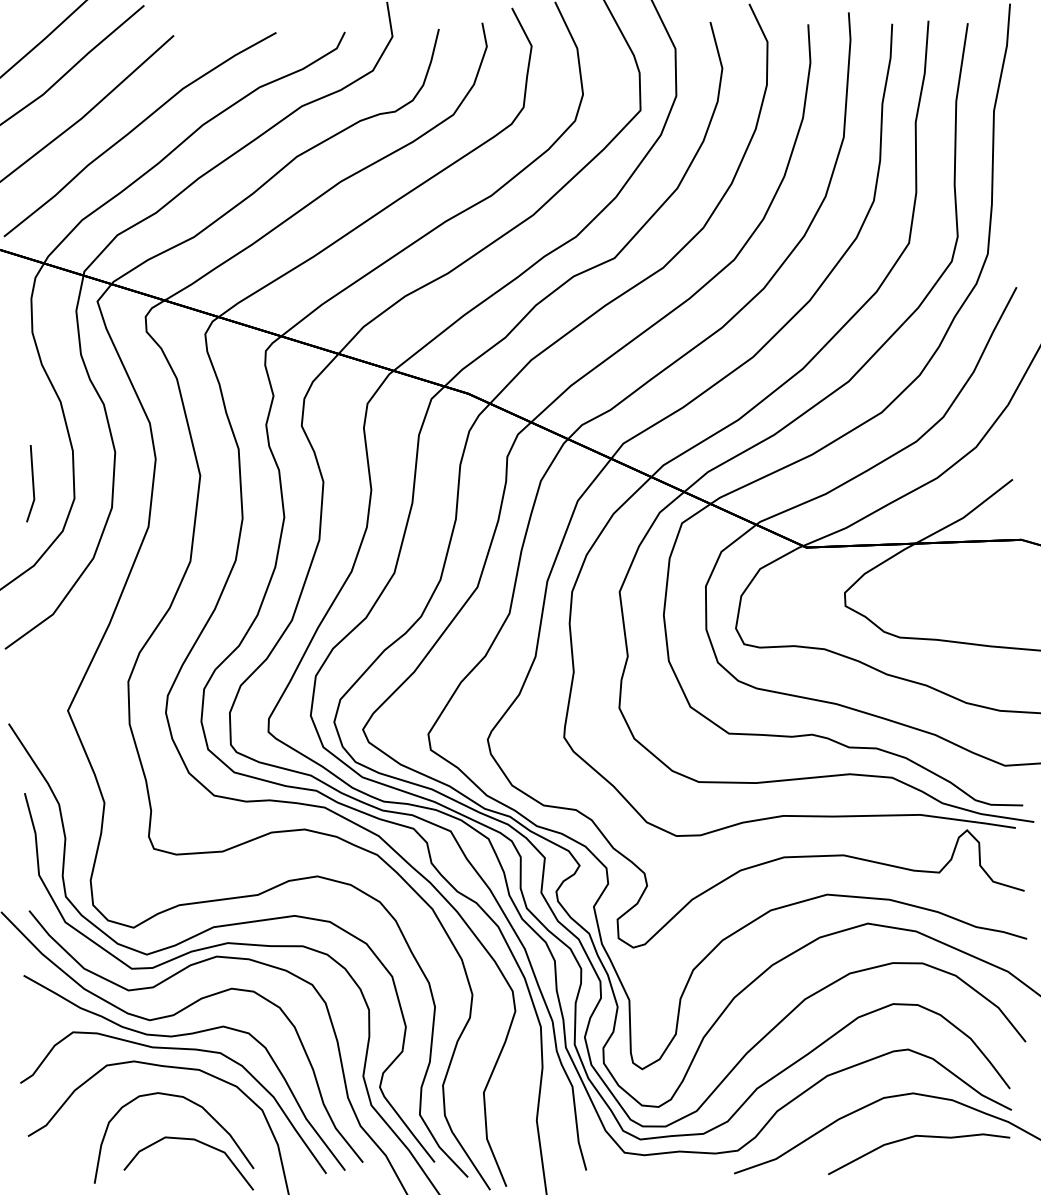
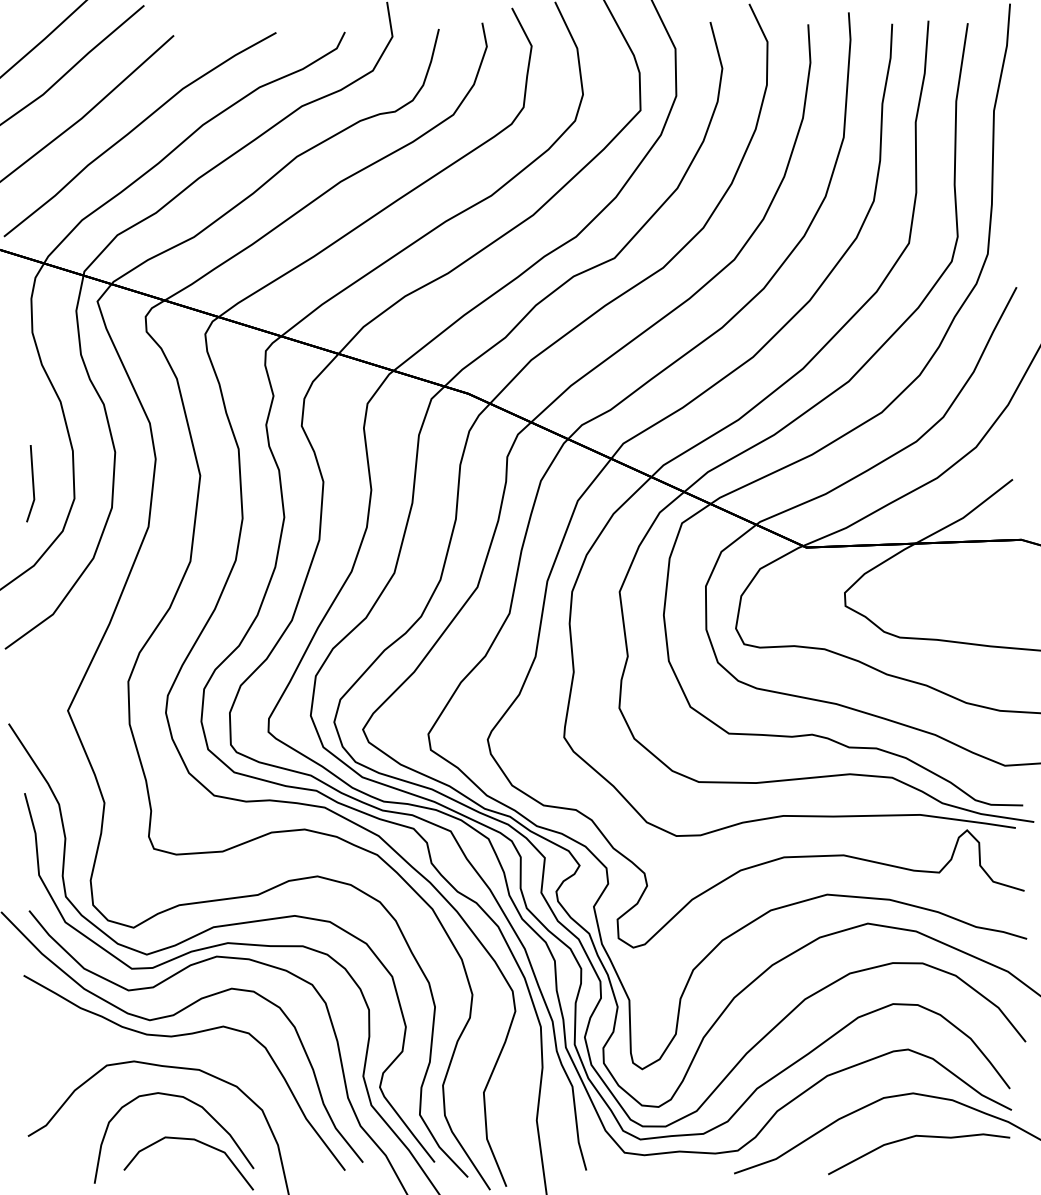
curve at (173, 1049): present -> none
